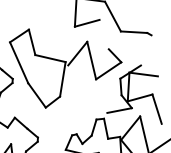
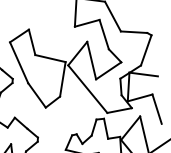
line at (103, 34): none -> present
line at (145, 50): none -> present
line at (87, 88): none -> present
